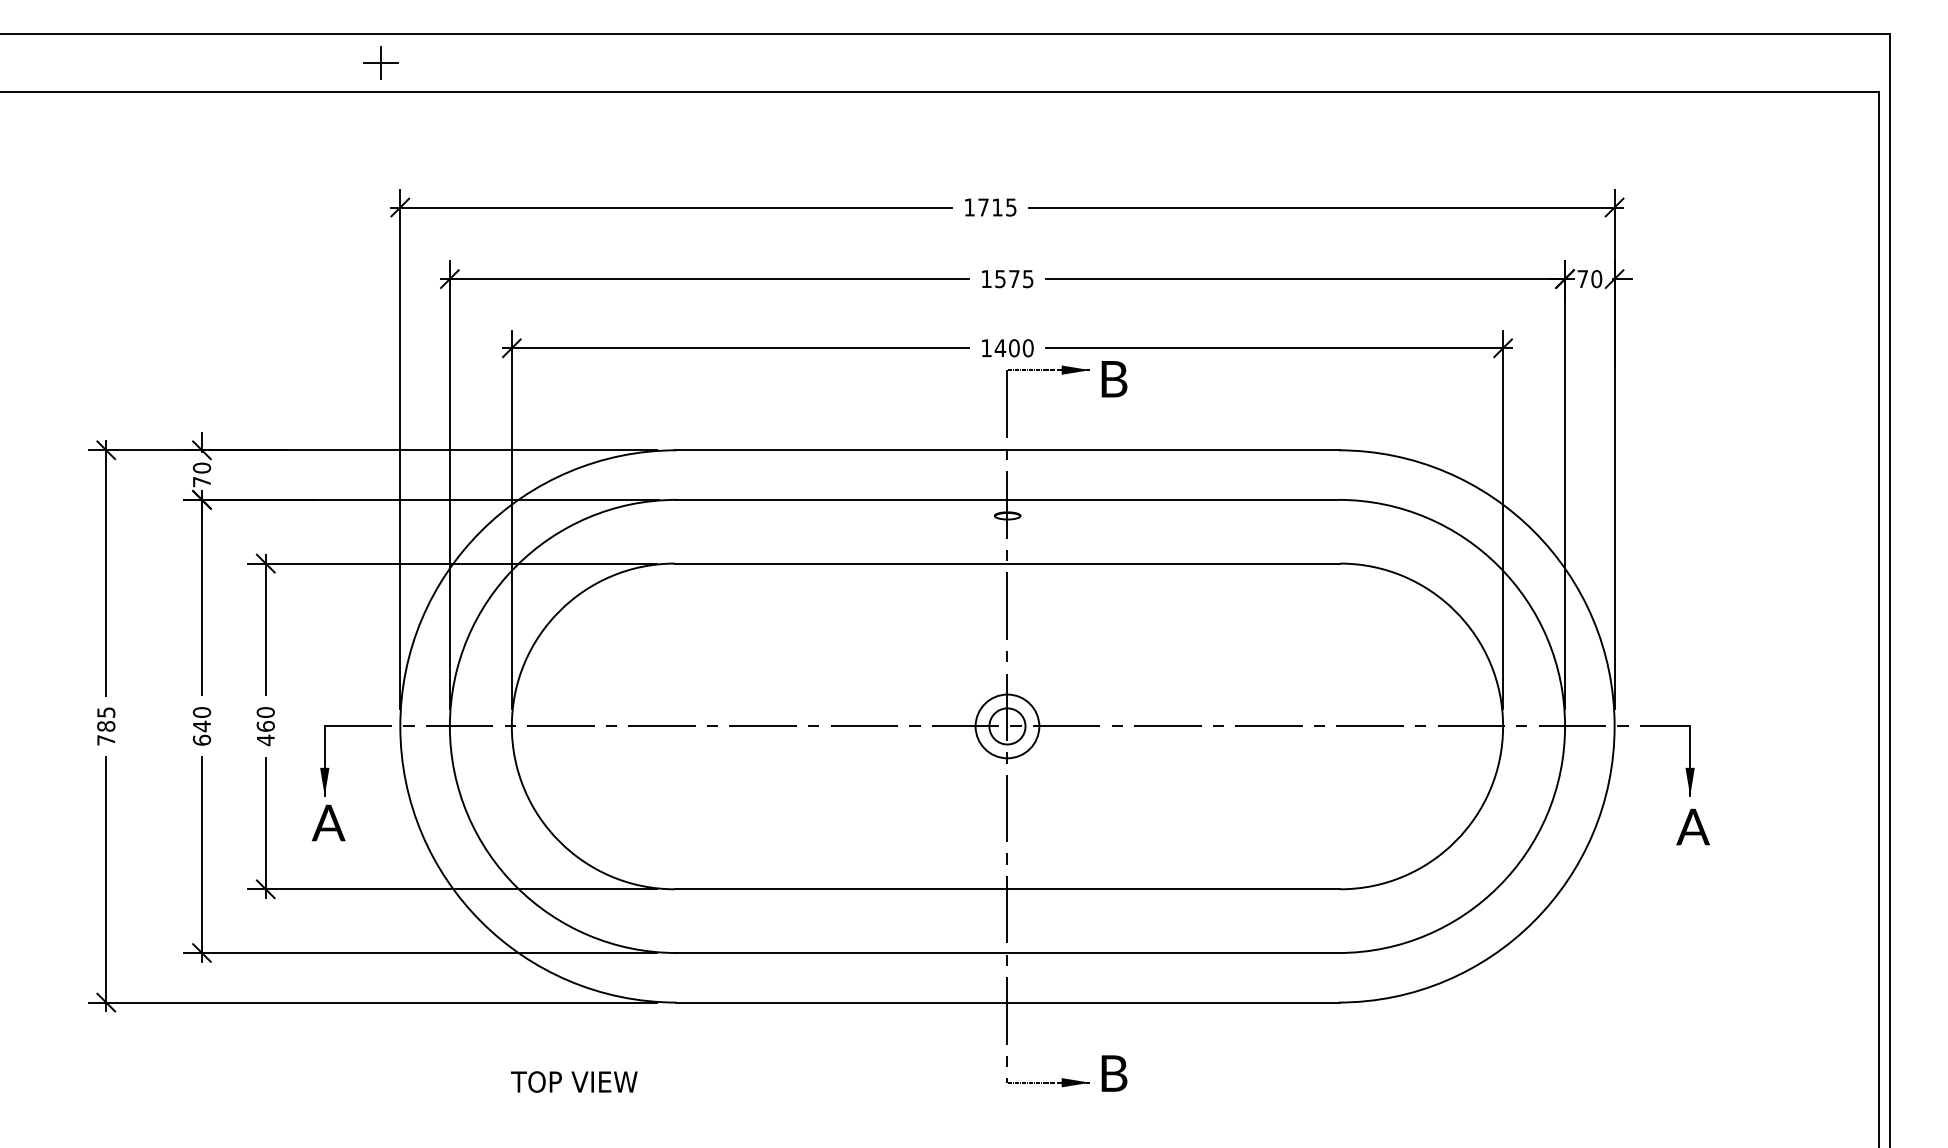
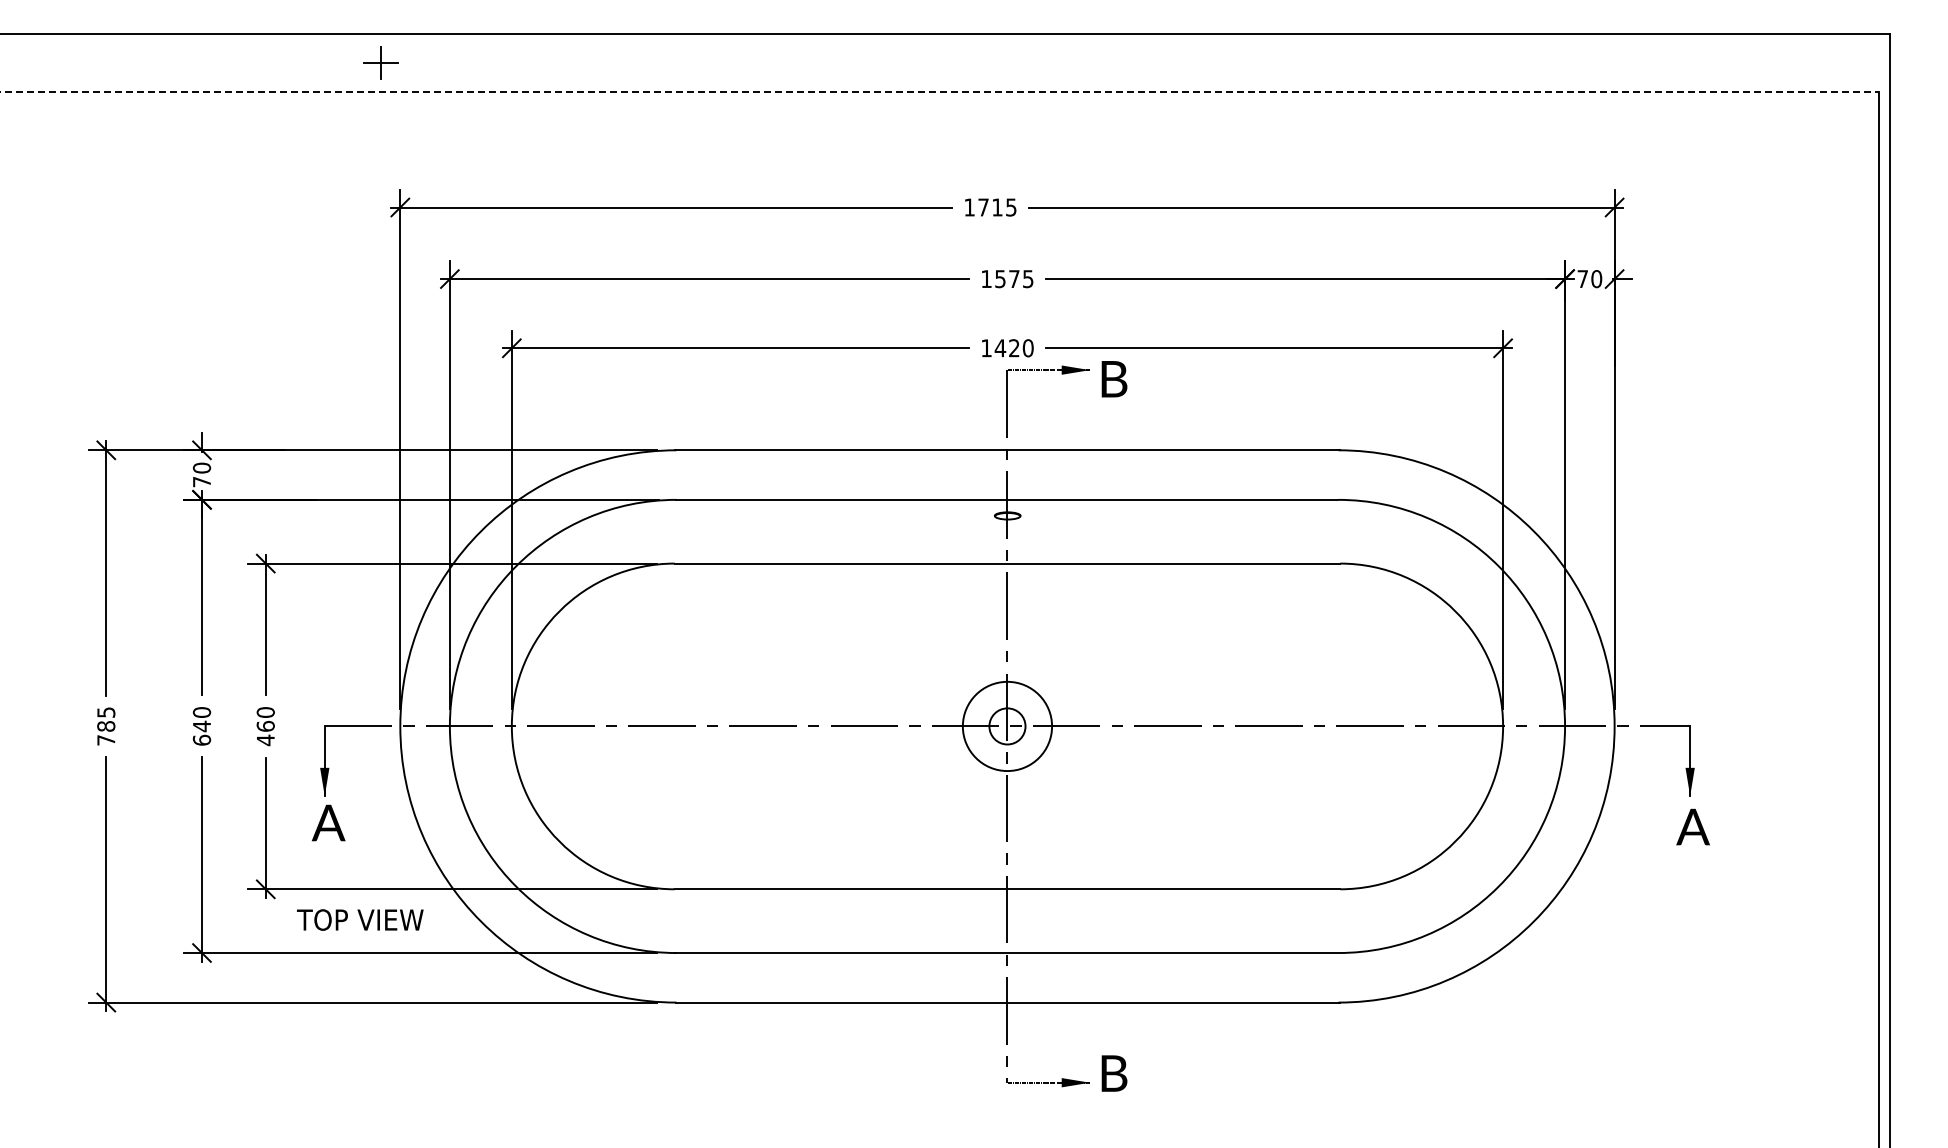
line at (940, 92): solid -> dashed
text at (1014, 348): 1400 -> 1420
circle at (1007, 726) diameter: 64 px -> 89 px
text at (574, 1081) position: (574, 1081) -> (360, 919)
